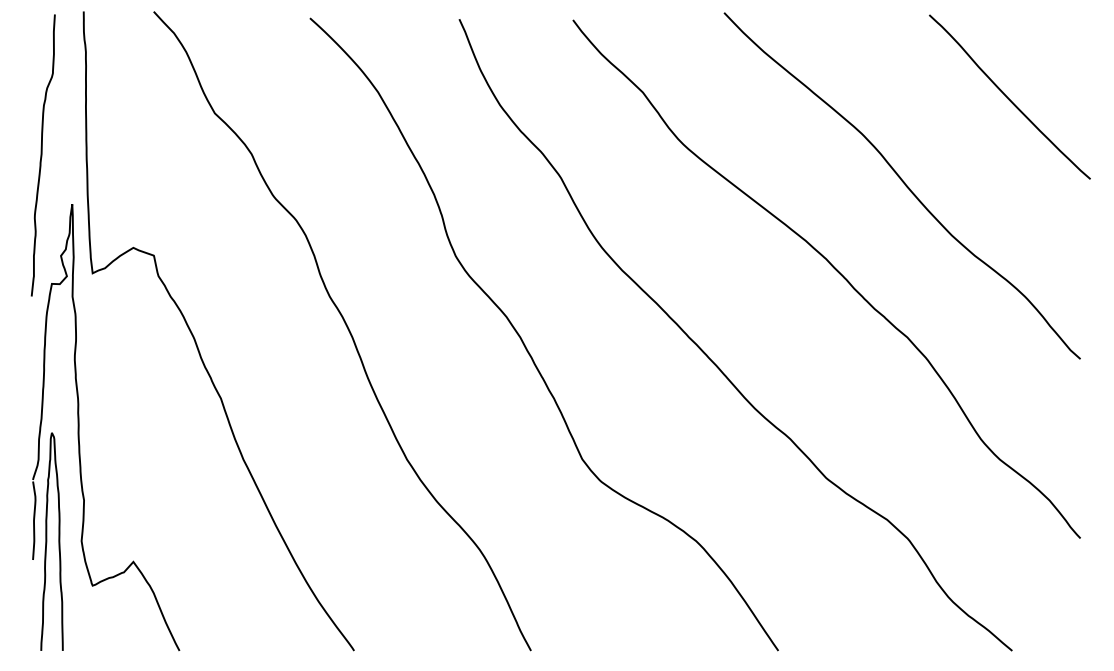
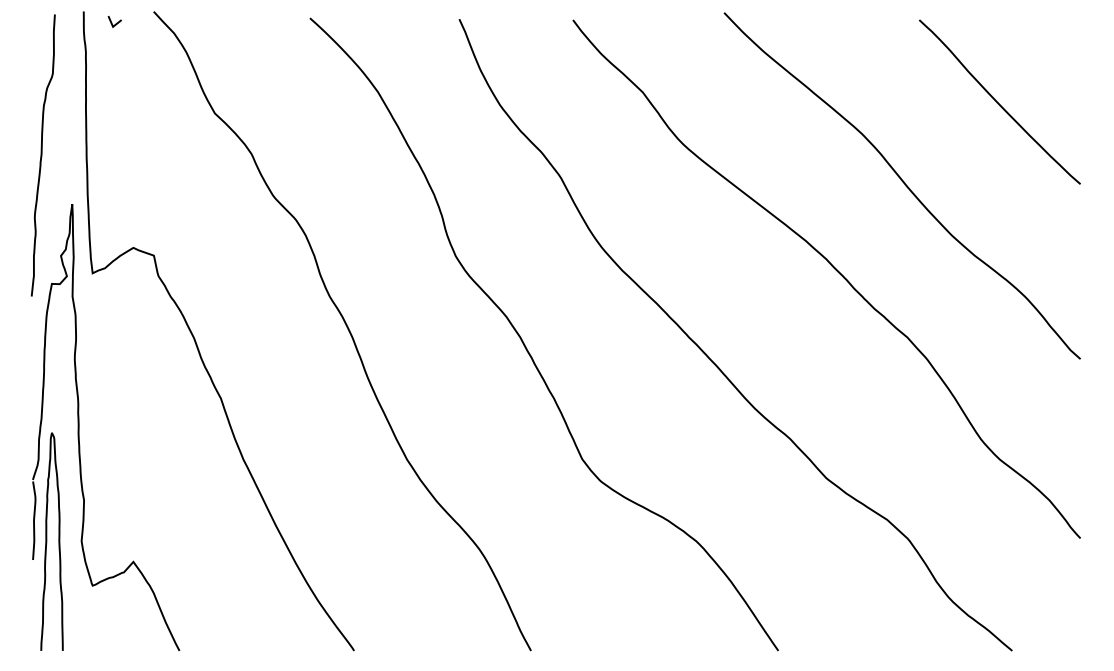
line at (112, 22): none -> present
curve at (1008, 97) position: (1008, 97) -> (998, 102)
